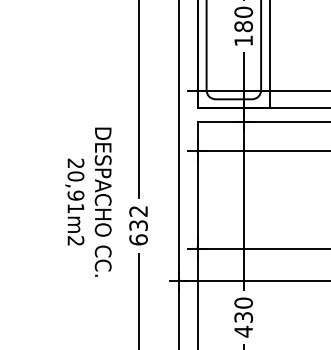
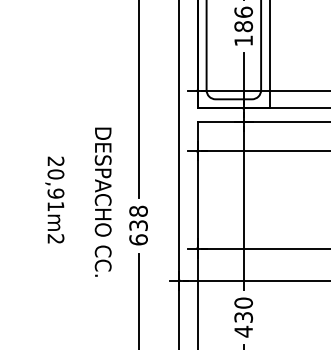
text at (243, 11): 180 -> 186
text at (74, 201) position: (74, 201) -> (54, 199)
text at (138, 210): 632 -> 638
